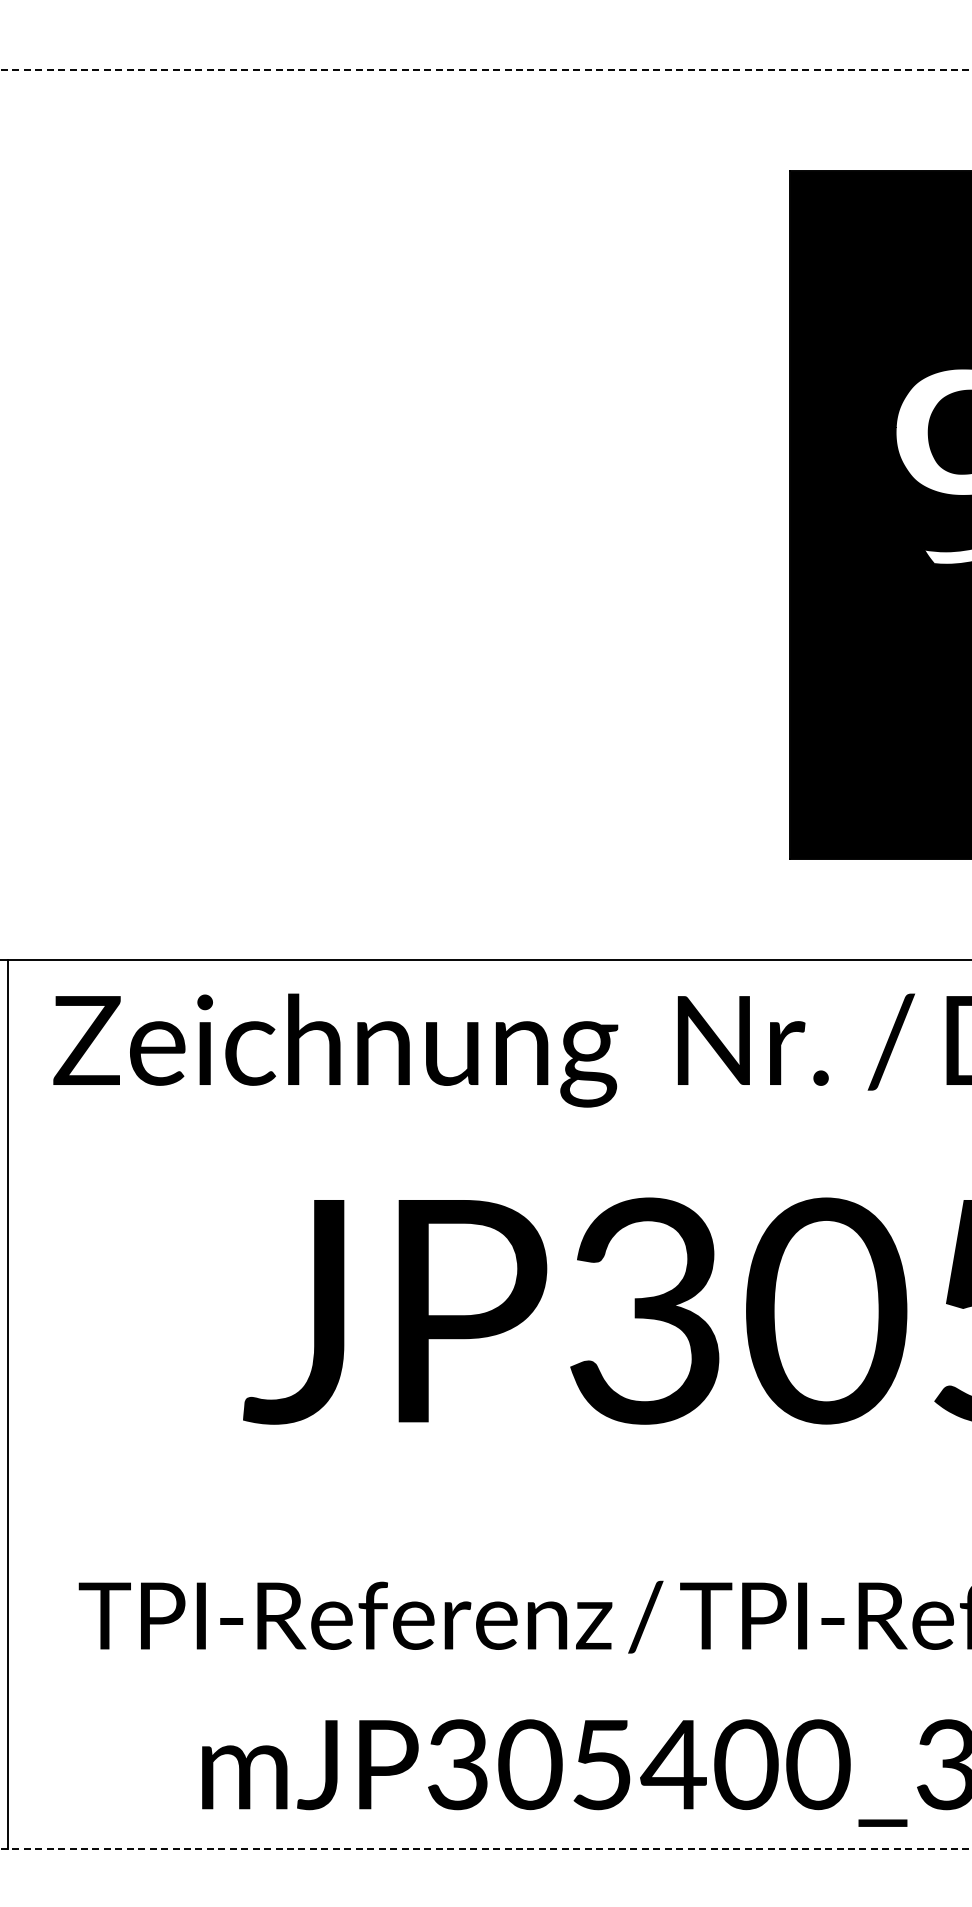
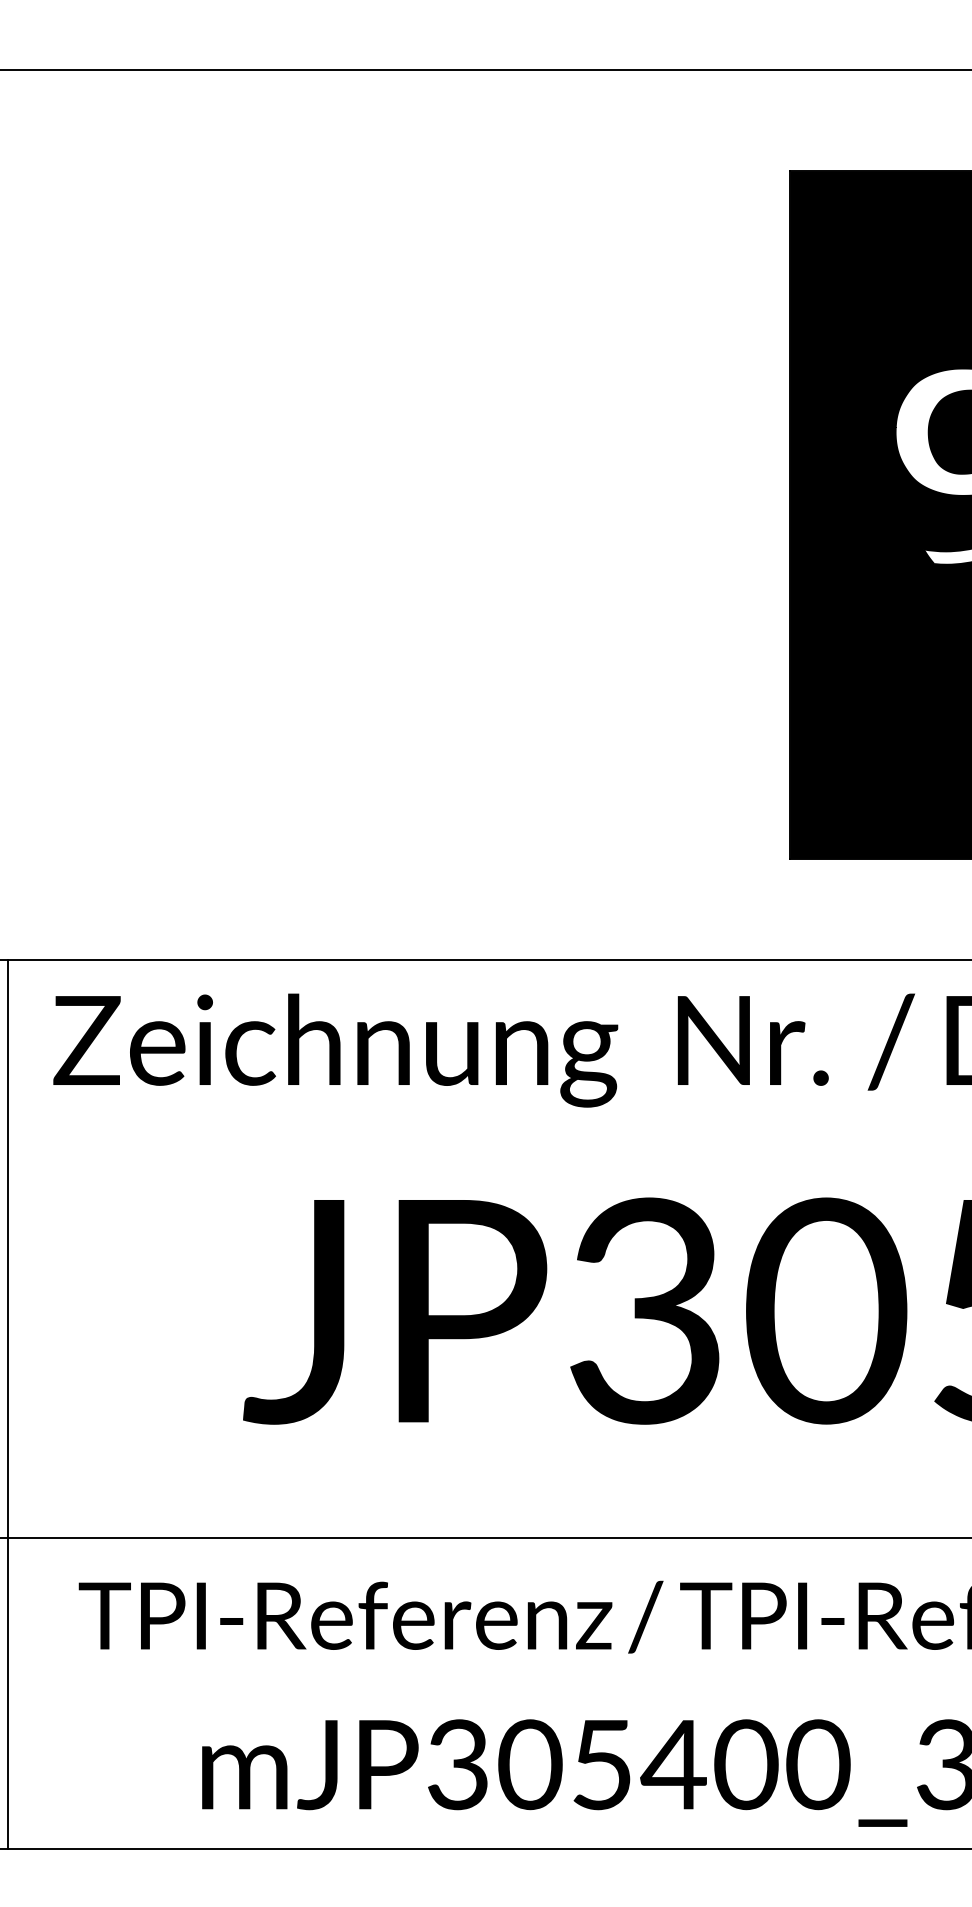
line at (486, 70): dashed -> solid
line at (485, 1537): none -> present
line at (486, 1849): dashed -> solid
